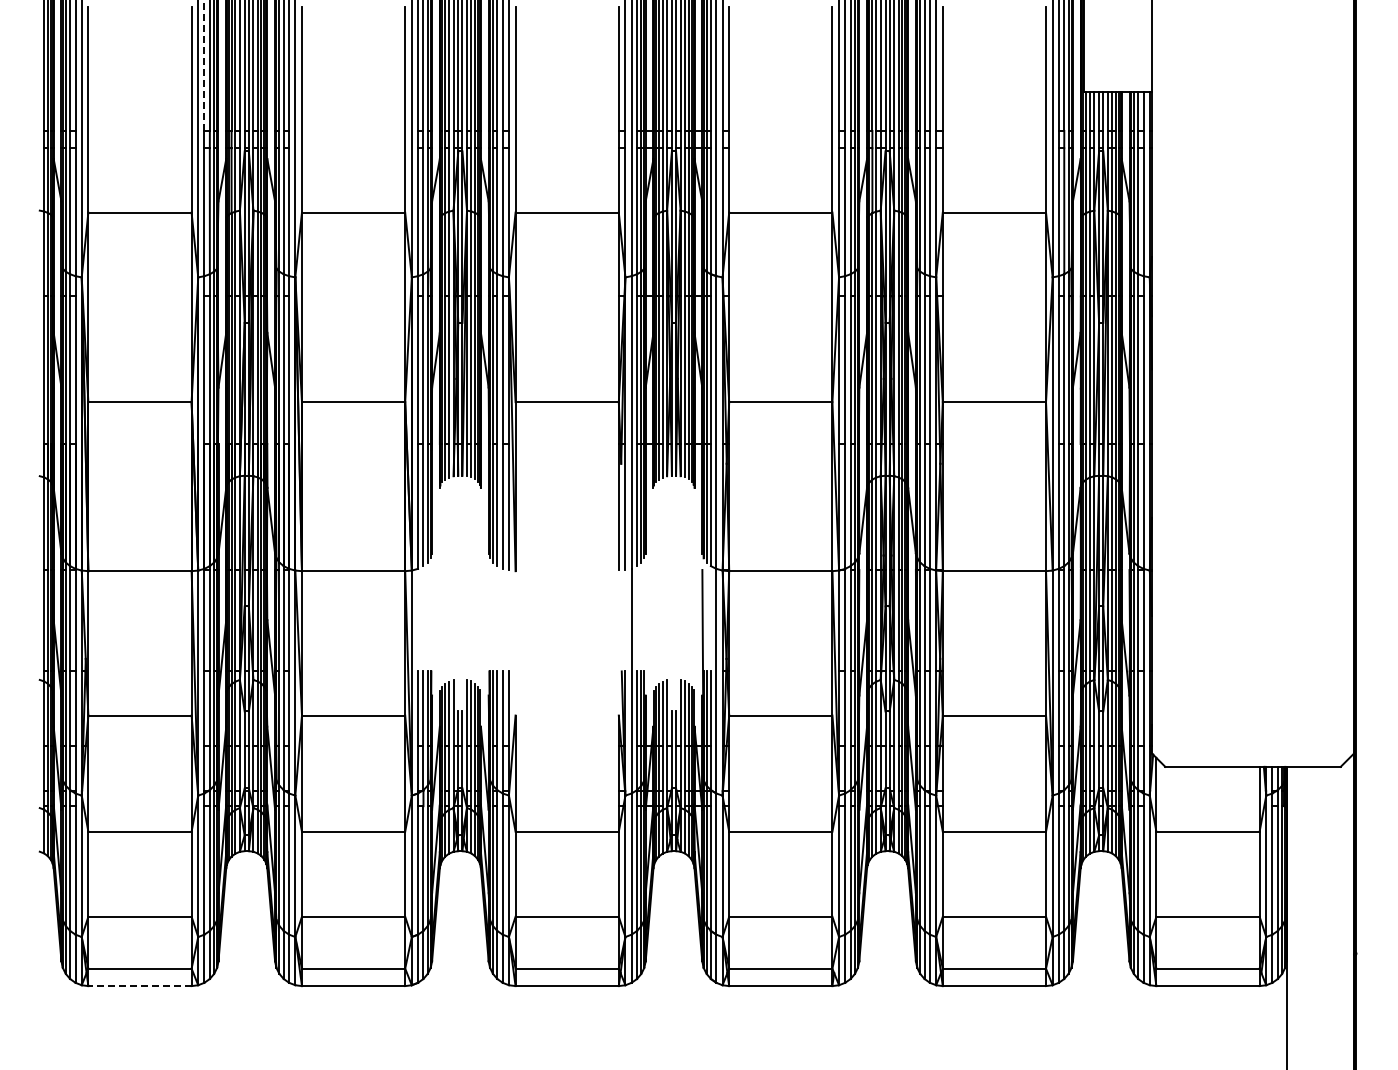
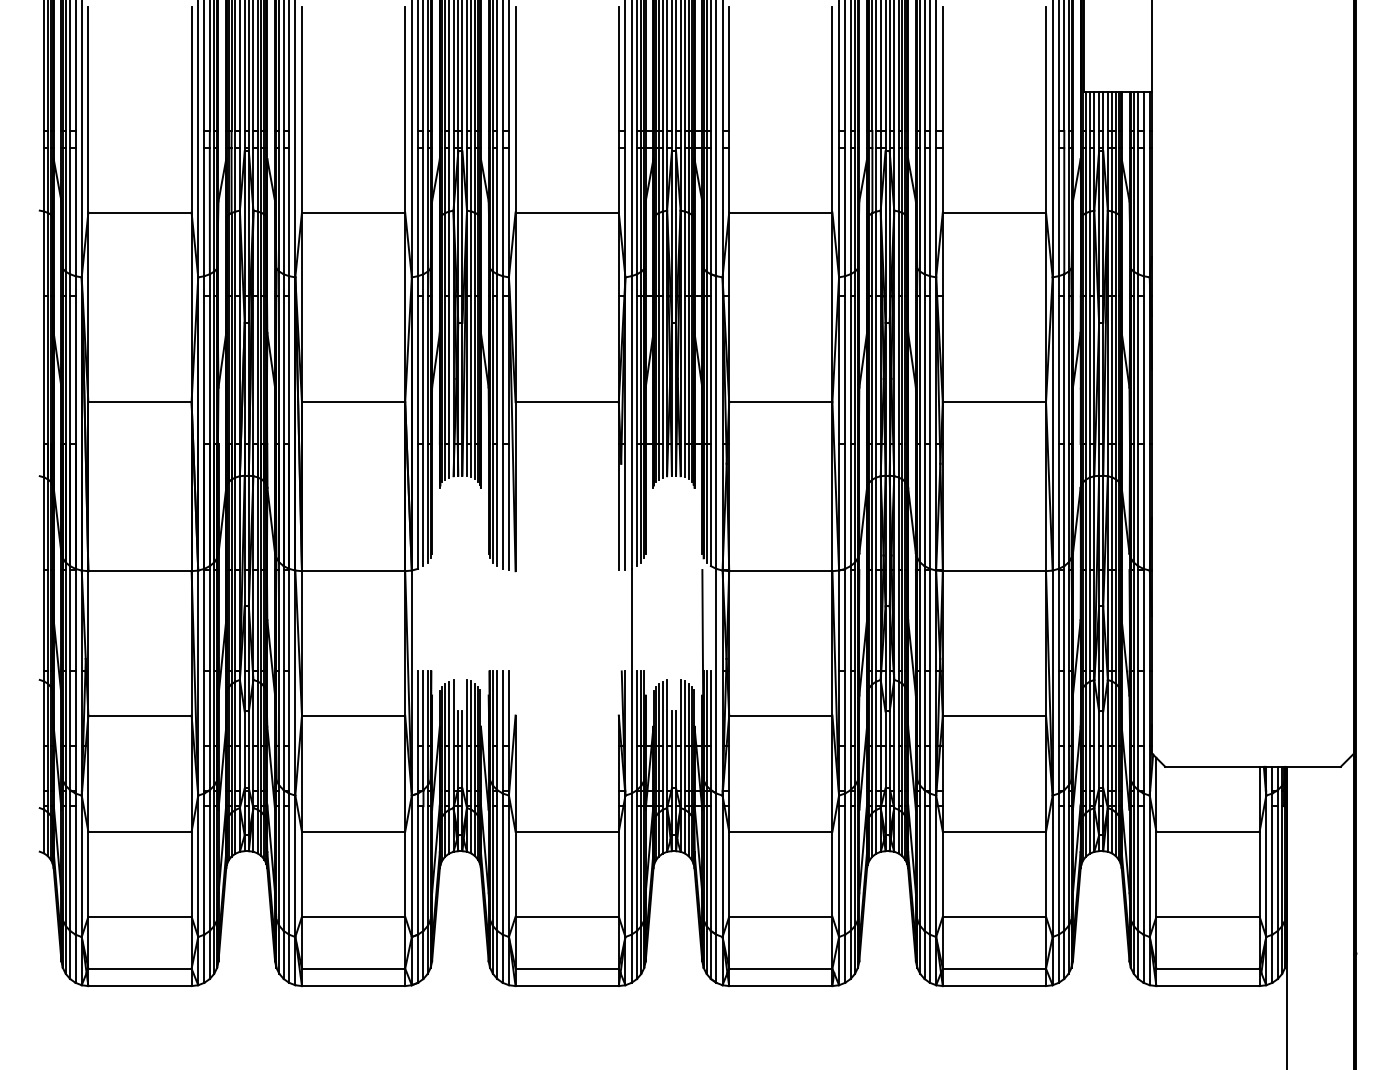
line at (204, 65): dashed -> solid
line at (140, 986): dashed -> solid
